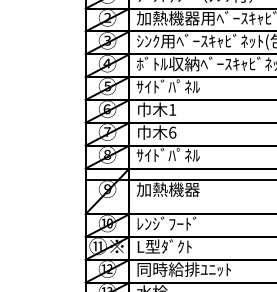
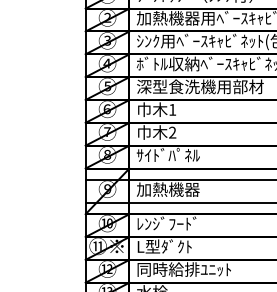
text at (199, 86): ｻｲﾄﾞﾊﾟﾈﾙ -> 深型食洗機用部材
text at (172, 132): 6 -> 2
line at (179, 202): none -> present
